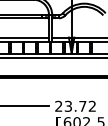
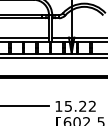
text at (70, 105): 23.72 -> 15.22
